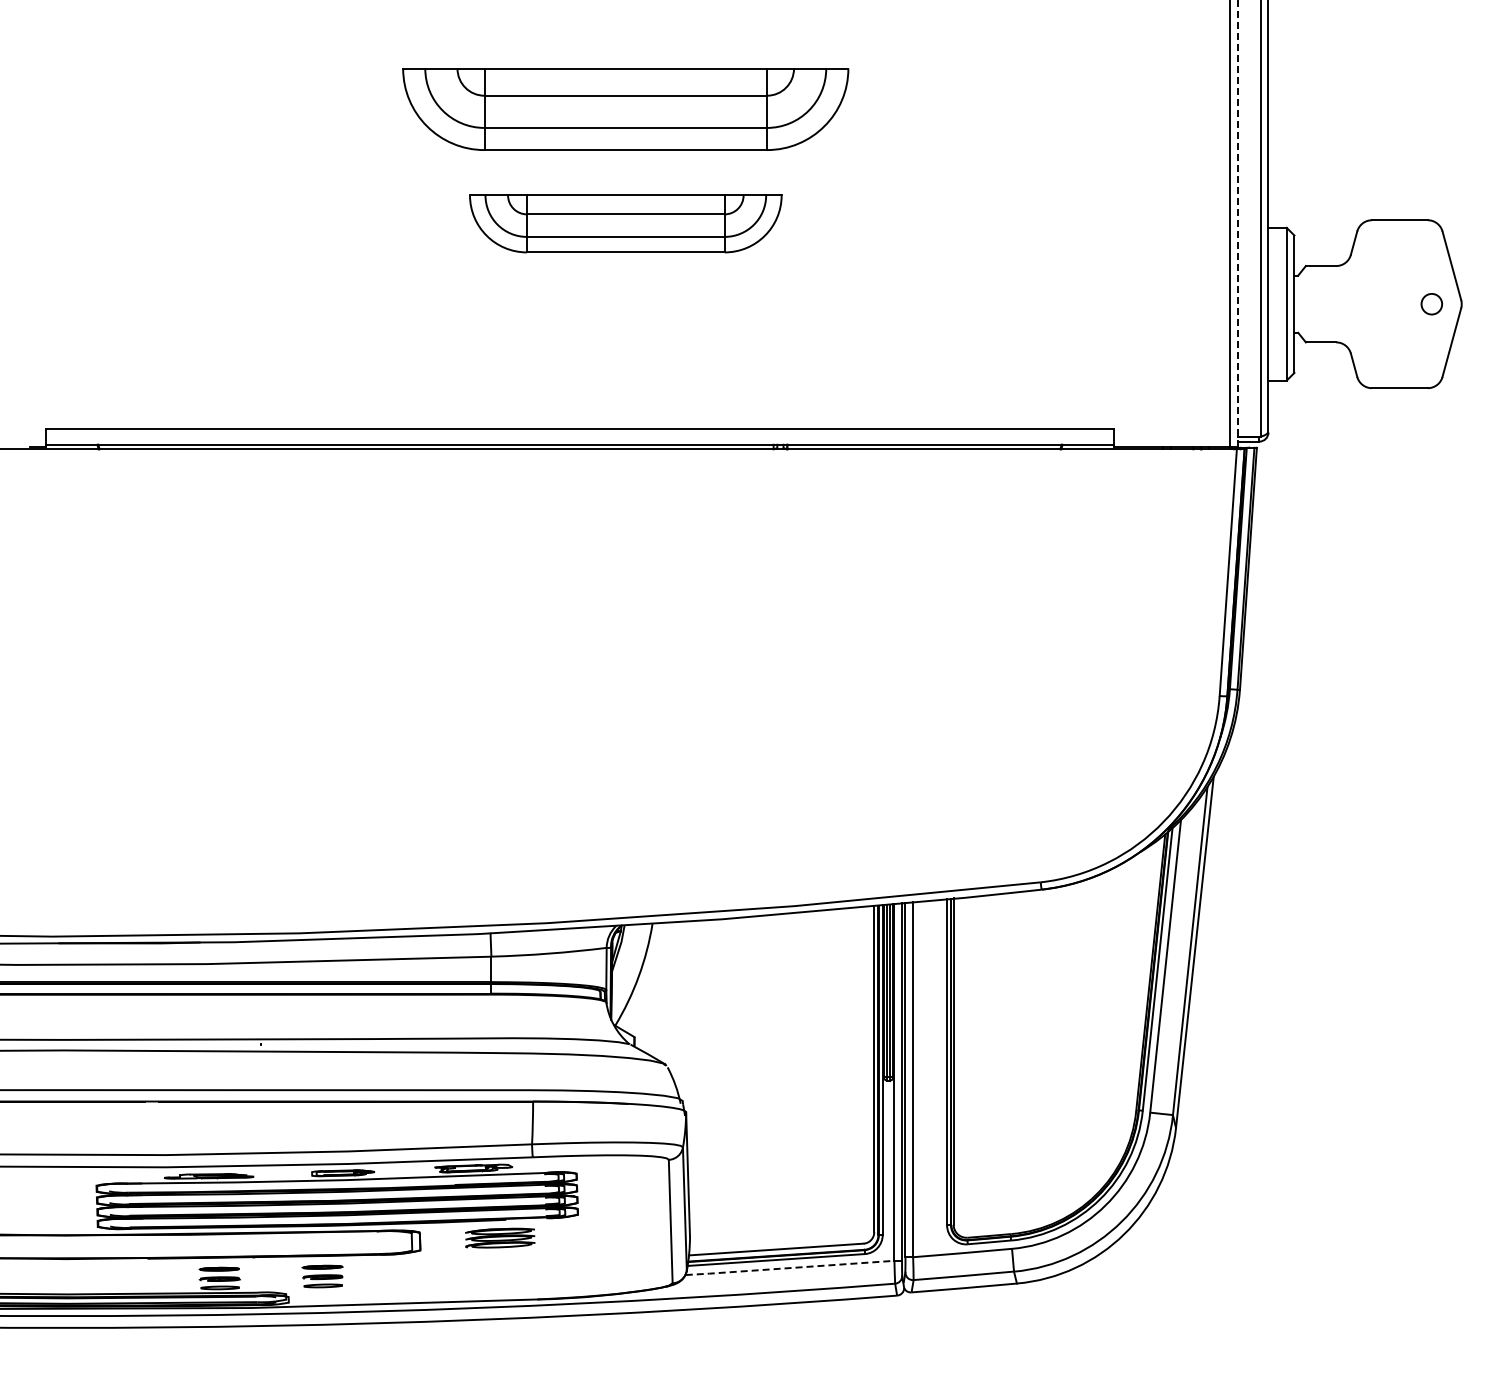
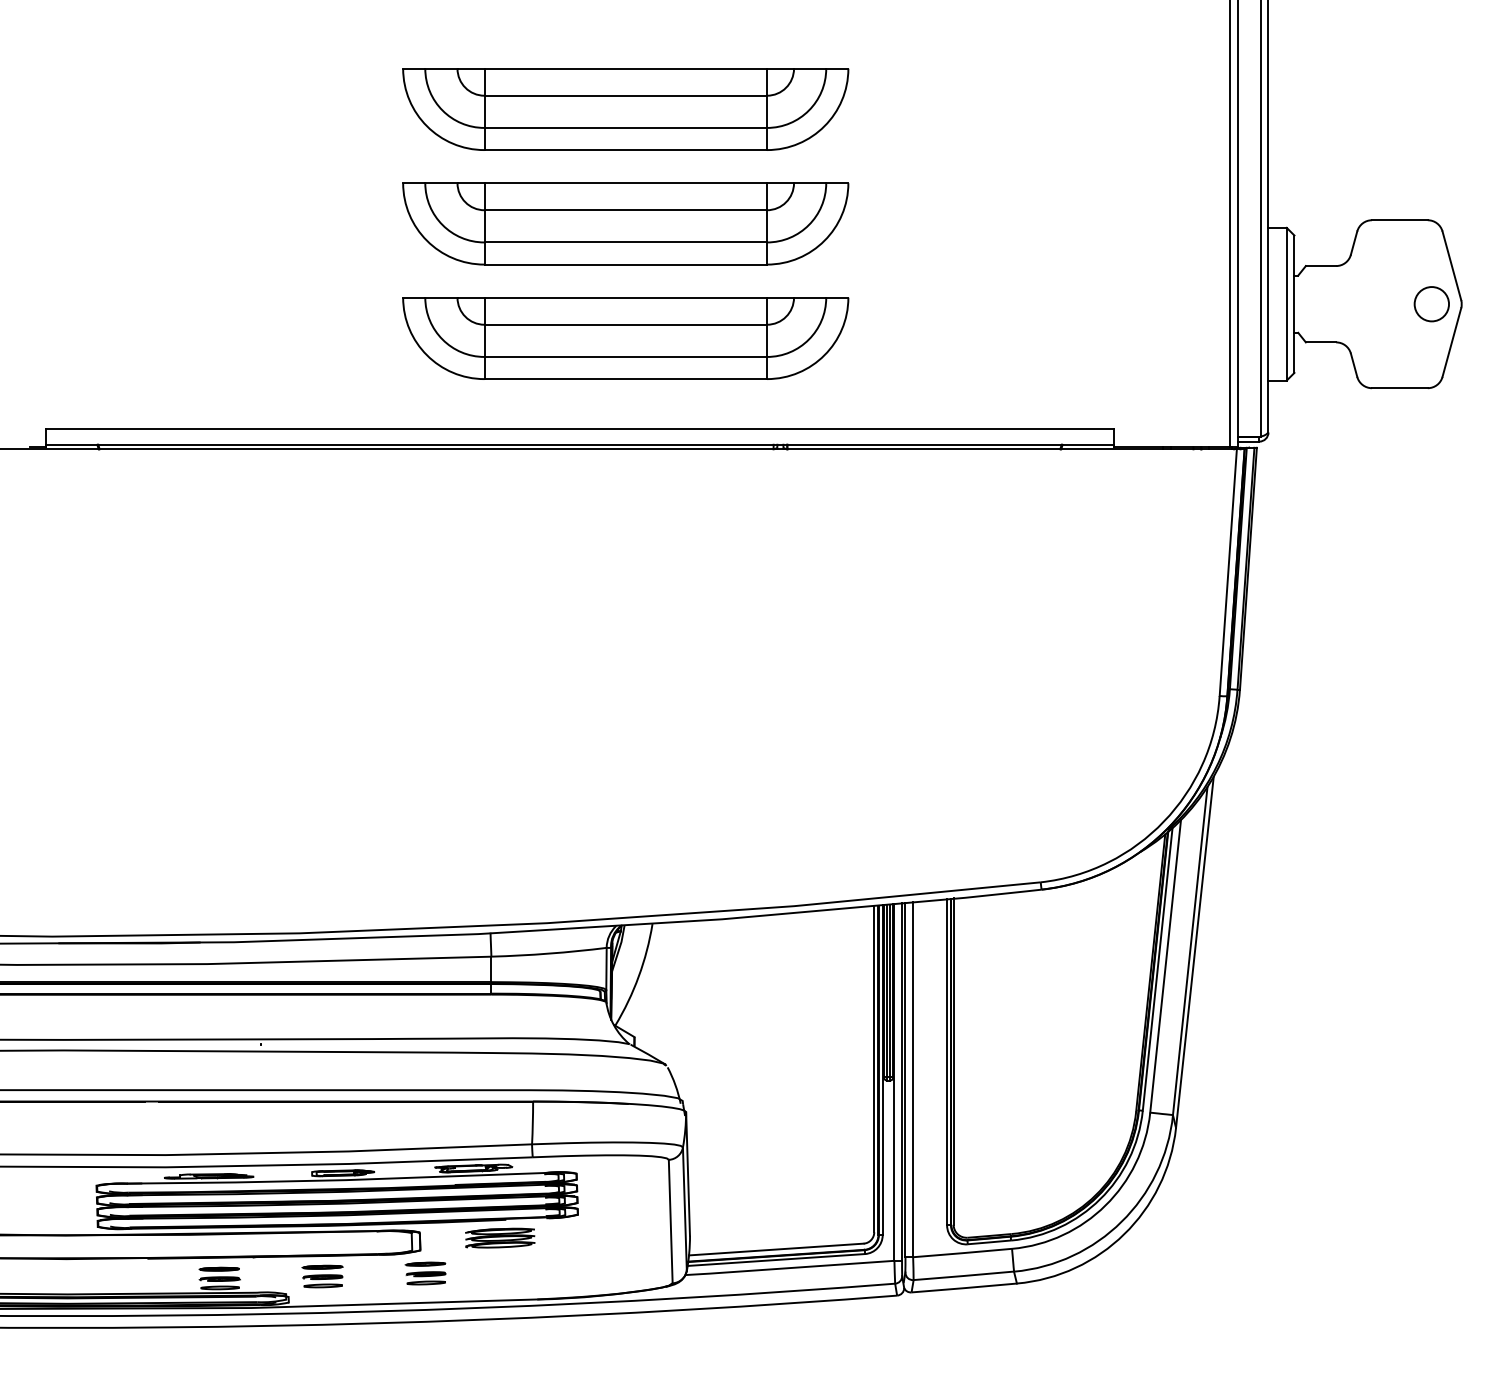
part at (625, 223) size: 314x60 px -> 448x84 px
line at (1238, 223): dashed -> solid
circle at (1431, 303) diameter: 21 px -> 34 px
part at (625, 338): none -> present
line at (789, 1268): dashed -> solid
part at (425, 1273): none -> present
